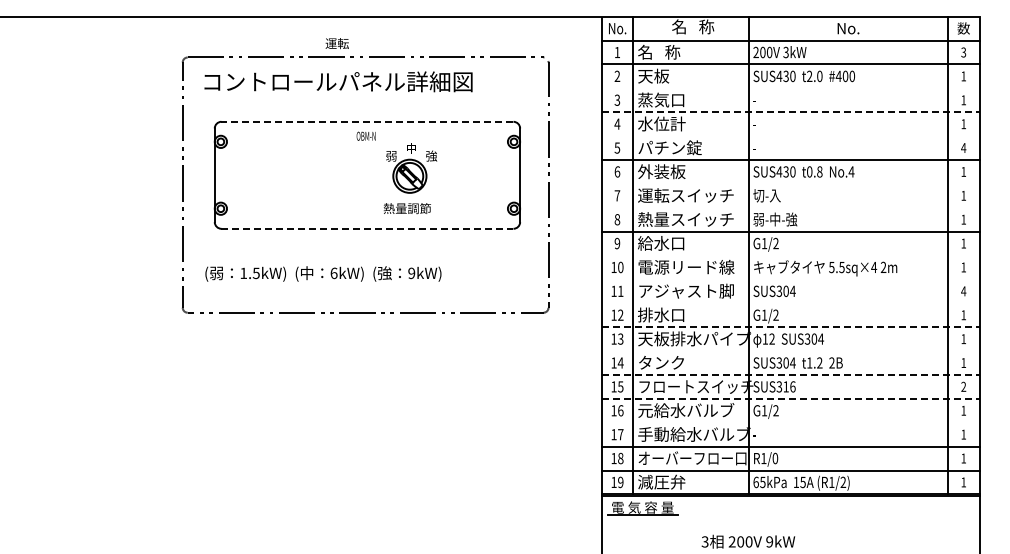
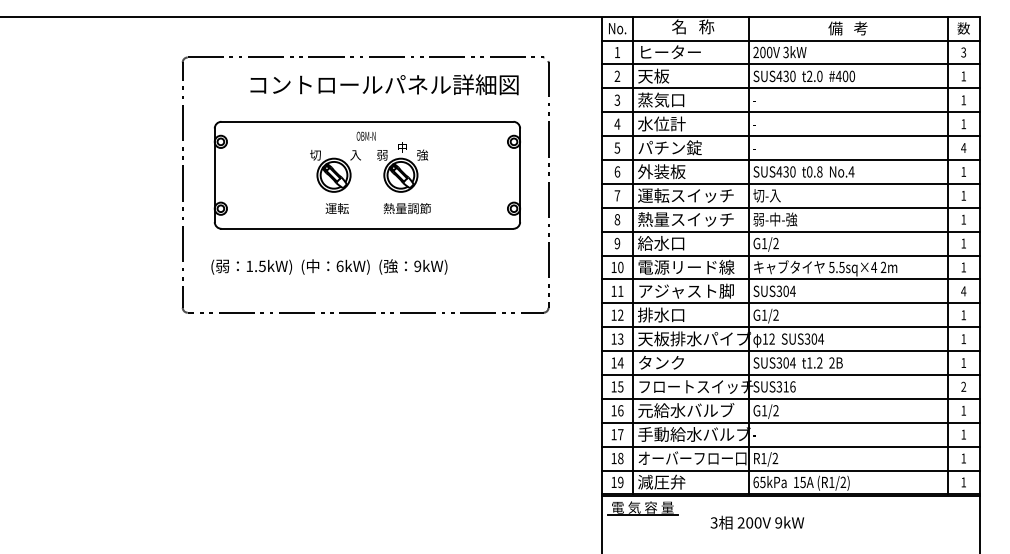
text at (847, 28): No. -> 備   考
text at (336, 43) position: (336, 43) -> (336, 208)
text at (669, 51): 名   称 -> ヒーター
text at (338, 81) position: (338, 81) -> (384, 84)
line at (790, 88): none -> present
line at (791, 112): dashed -> solid
line at (366, 121): dashed -> solid
line at (790, 136): none -> present
part at (411, 168) position: (411, 168) -> (402, 167)
part at (335, 171): none -> present
line at (790, 183): none -> present
line at (790, 207): none -> present
line at (367, 228): dashed -> solid
line at (790, 255): none -> present
text at (323, 273) position: (323, 273) -> (329, 266)
line at (790, 279): none -> present
line at (790, 303): none -> present
line at (791, 327): dashed -> solid
line at (790, 351): none -> present
line at (791, 374): dashed -> solid
line at (791, 398): dashed -> solid
line at (790, 422): none -> present
text at (775, 458): R1/0 -> R1/2
text at (748, 541) position: (748, 541) -> (757, 522)
